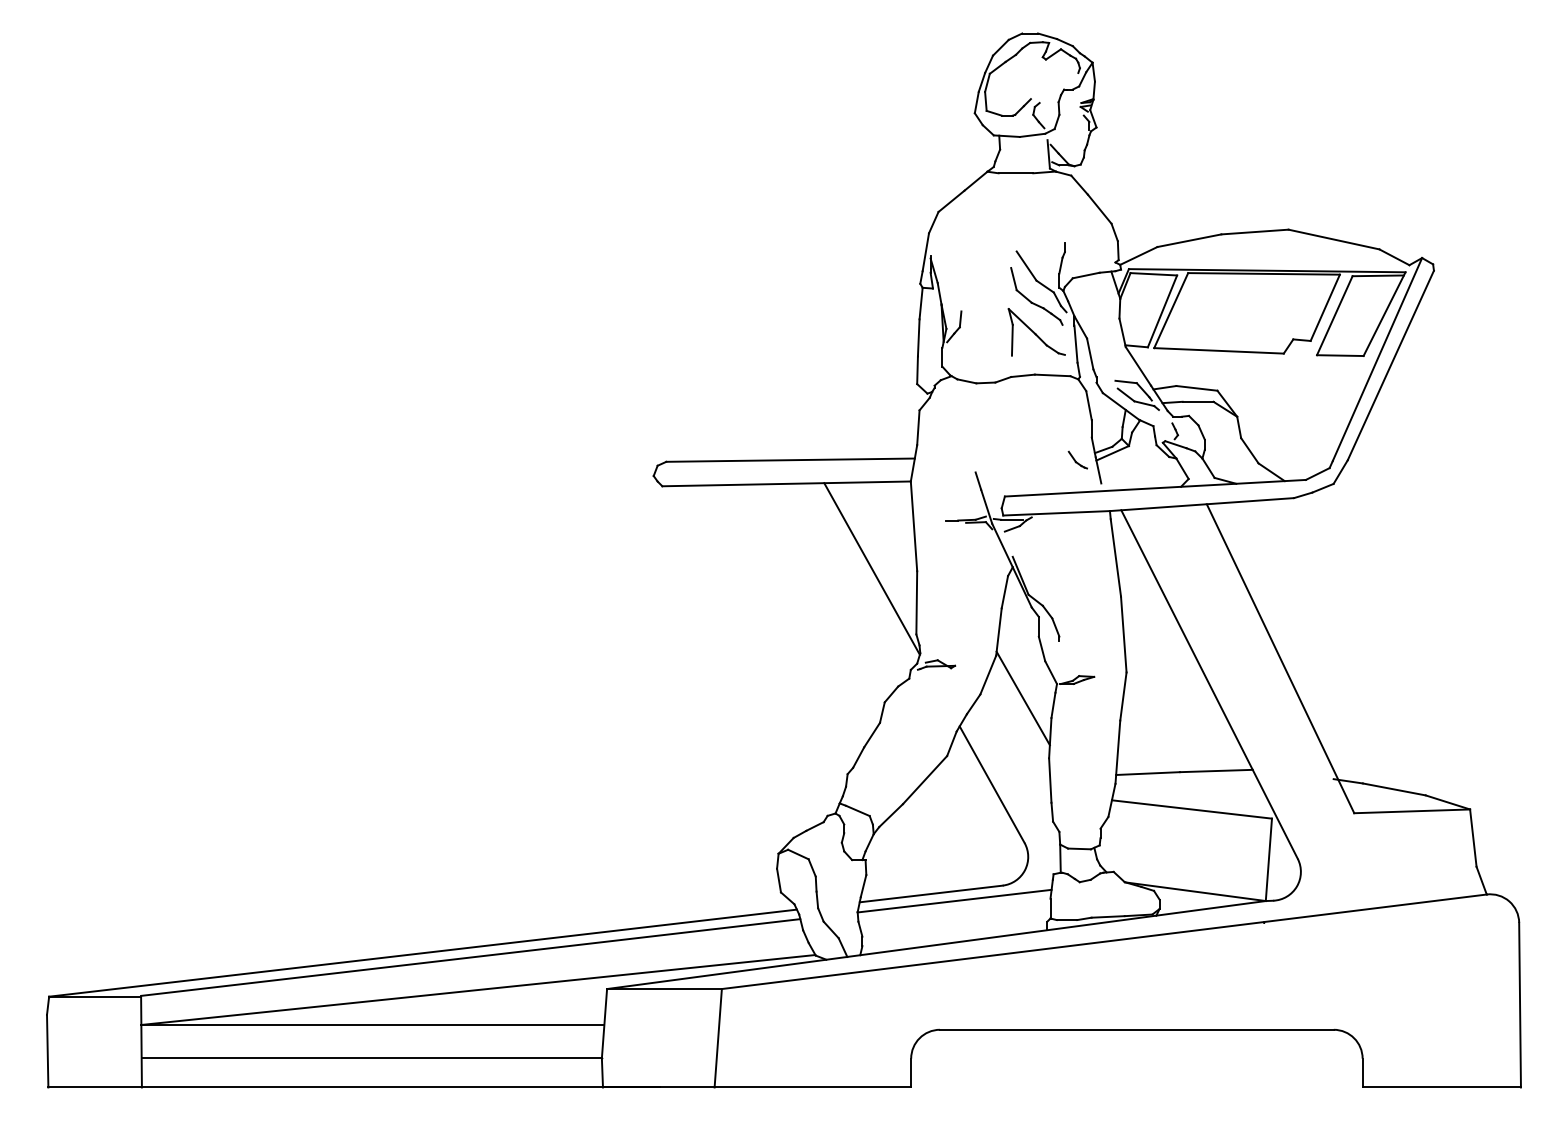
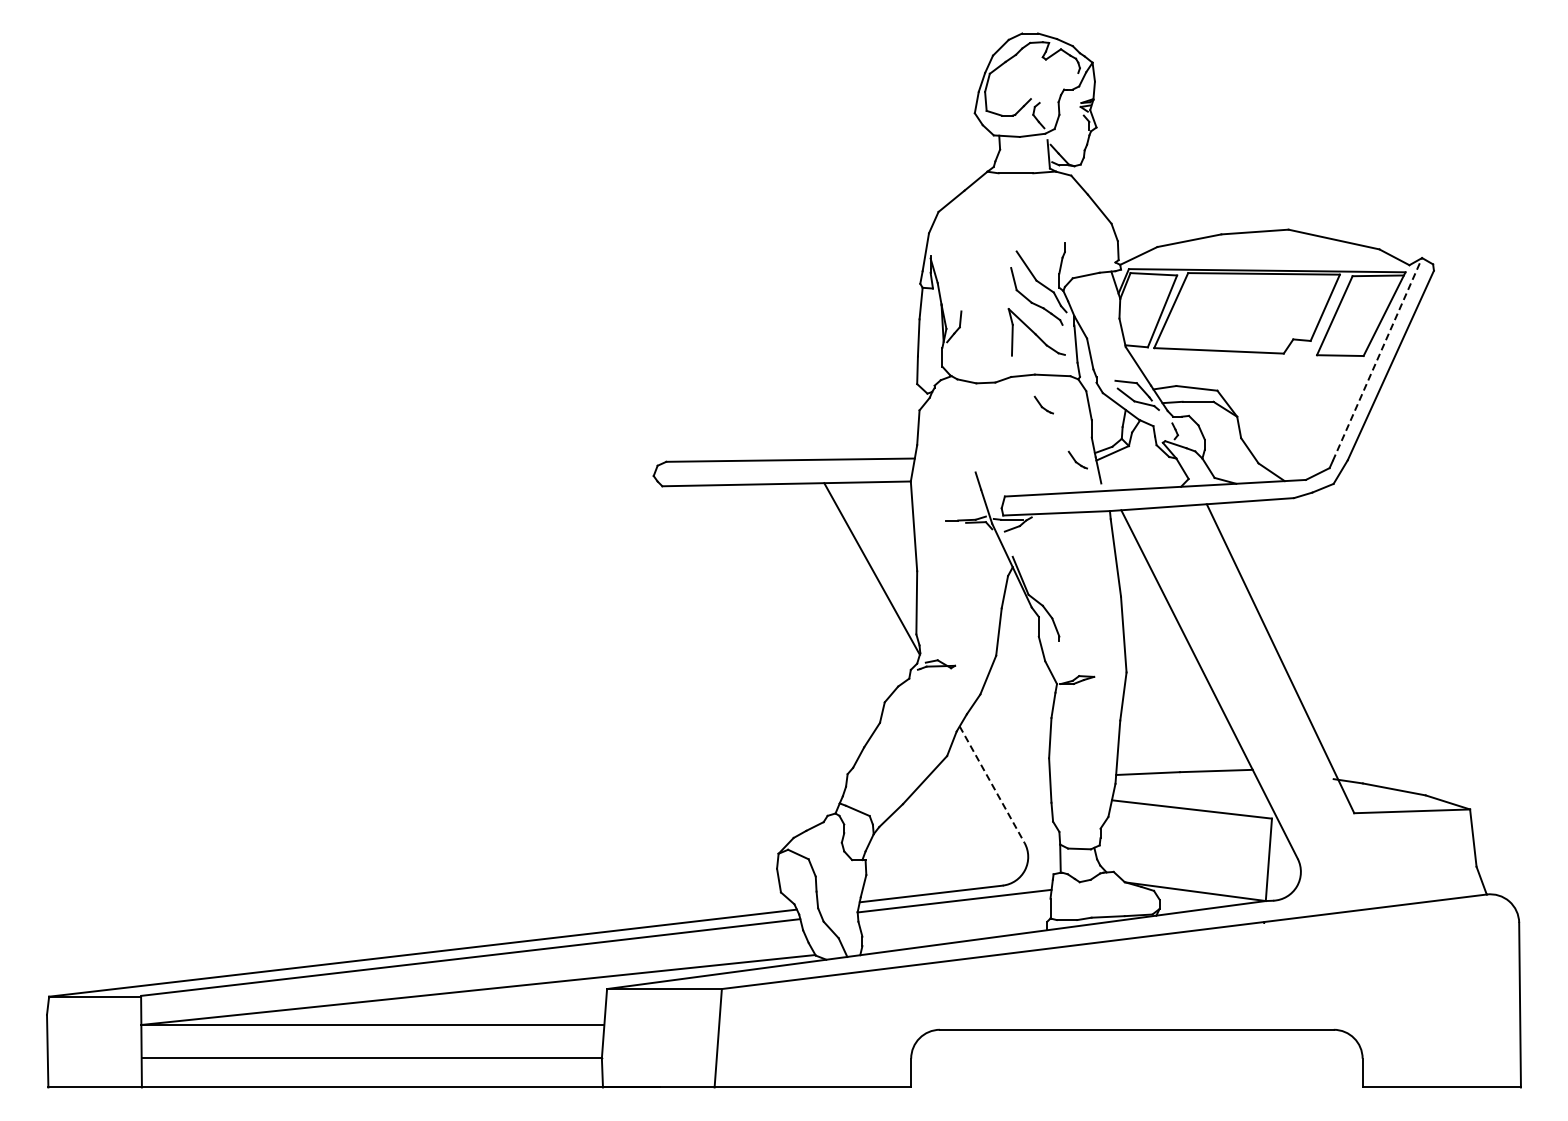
line at (1377, 359): solid -> dashed
part at (1043, 404): none -> present
line at (1022, 698): present -> none
line at (992, 784): solid -> dashed
